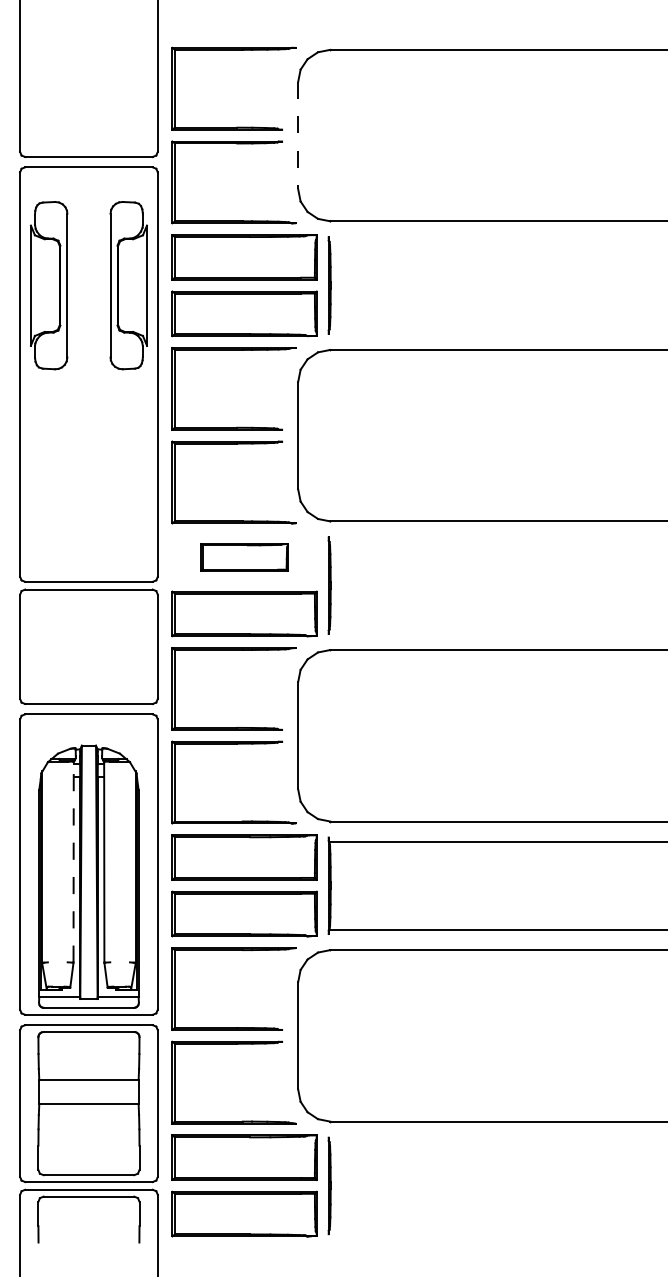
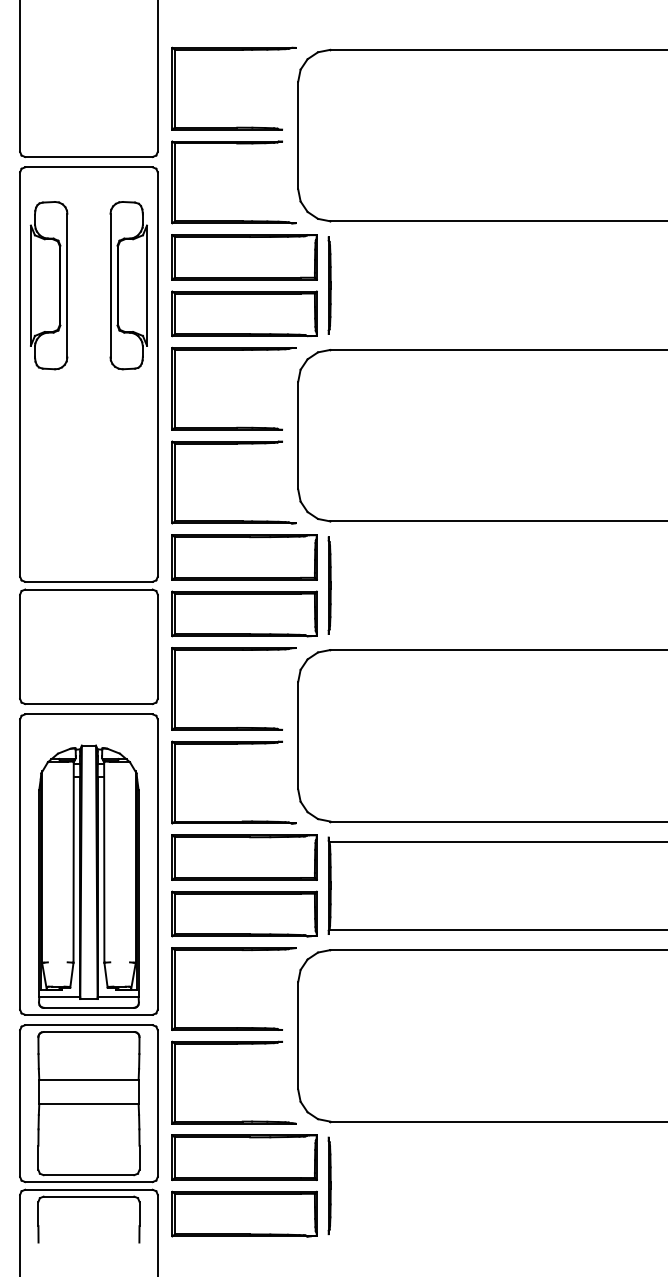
line at (298, 135): dashed -> solid
part at (244, 557) size: 89x29 px -> 147x47 px
line at (73, 861): dashed -> solid
